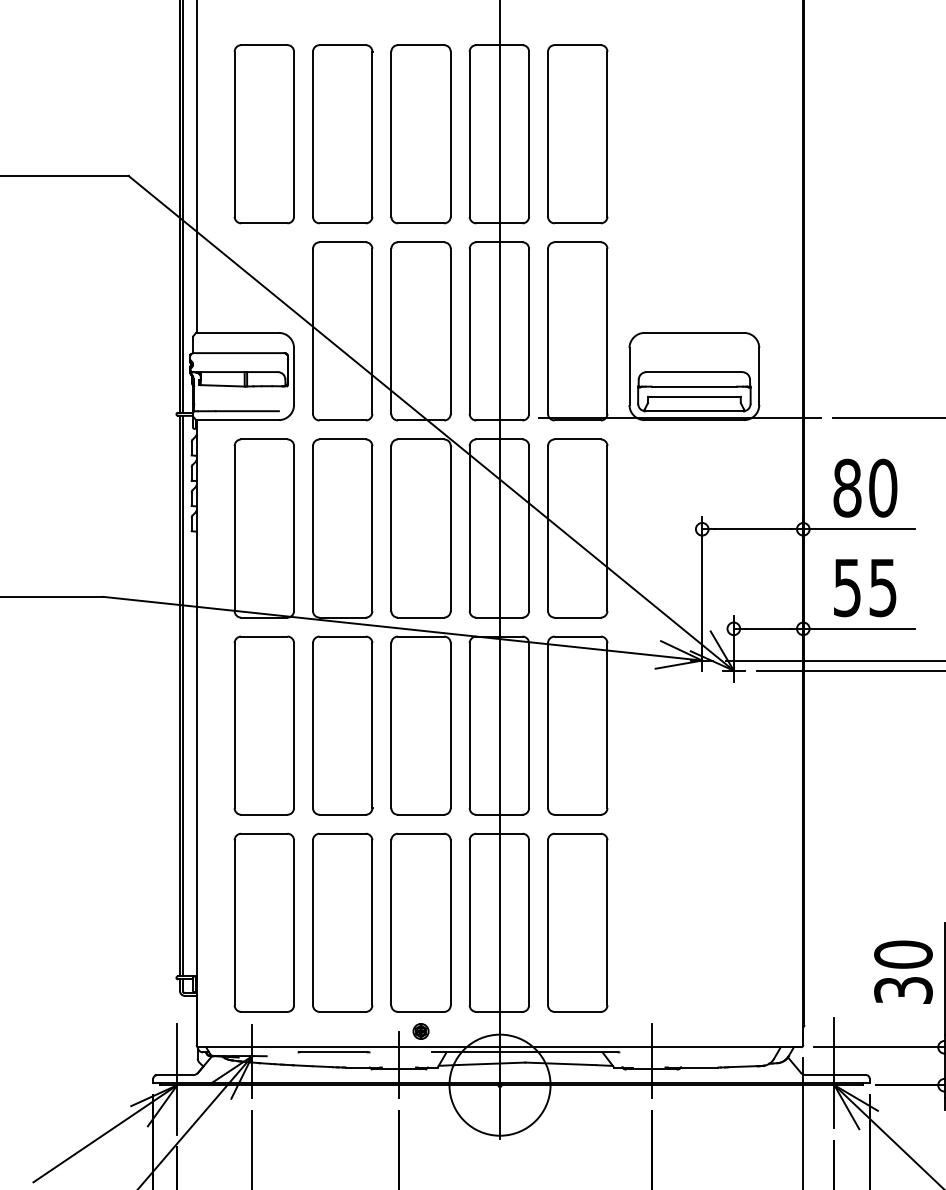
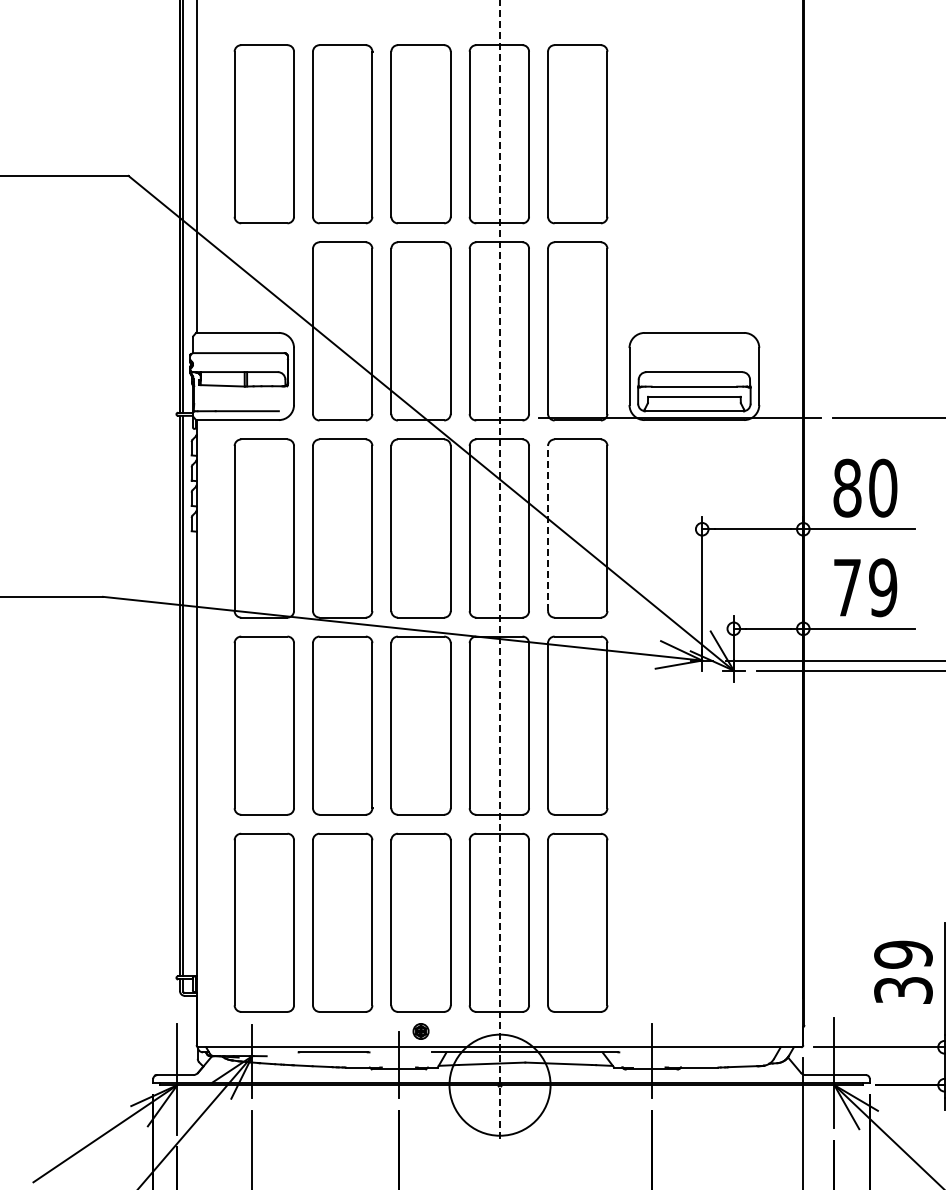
line at (548, 528): solid -> dashed
line at (500, 569): solid -> dashed
text at (865, 587): 55 -> 79
text at (903, 954): 30 -> 39
